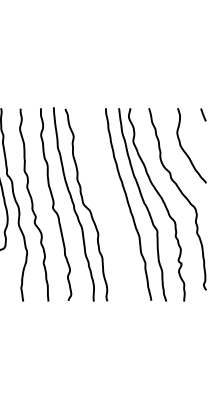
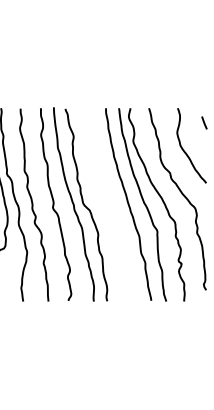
line at (203, 114) position: (203, 114) -> (204, 122)
